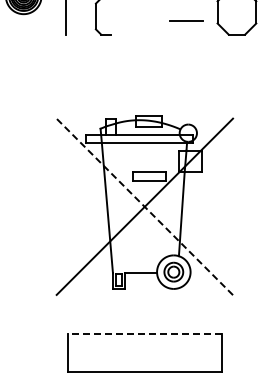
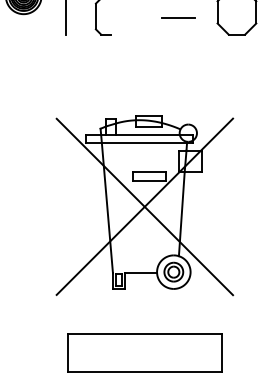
line at (186, 20) position: (186, 20) -> (178, 17)
line at (144, 206): dashed -> solid
line at (144, 333): dashed -> solid
